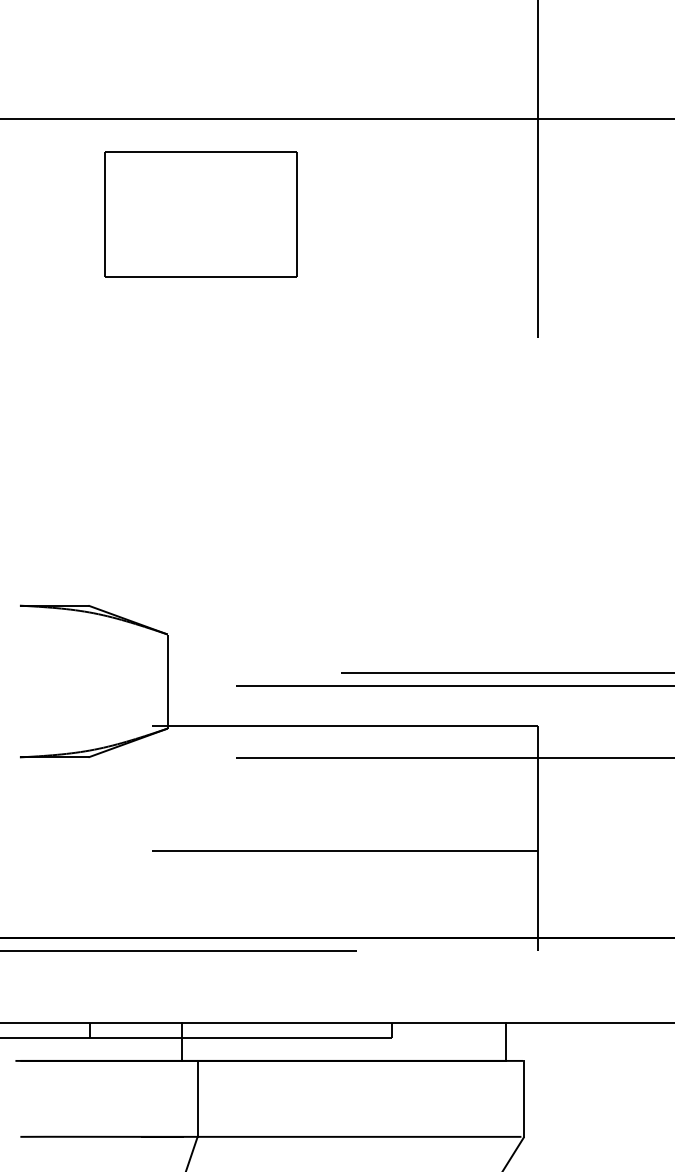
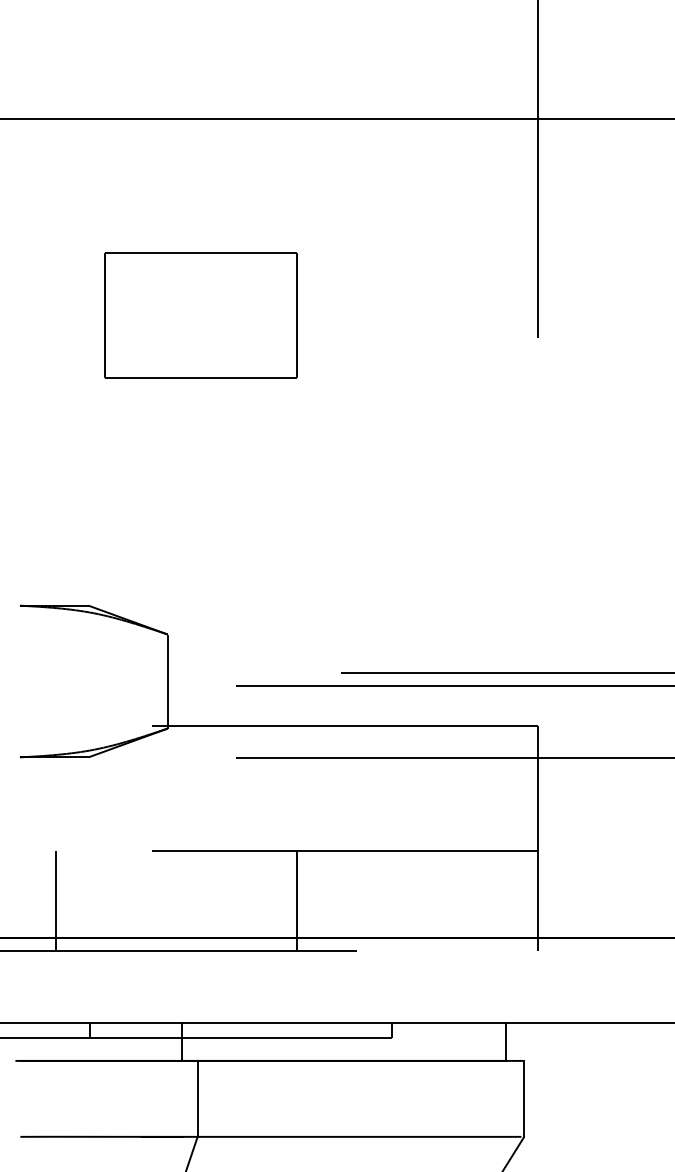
part at (200, 214) position: (200, 214) -> (200, 315)
line at (55, 900): none -> present
line at (296, 900): none -> present
